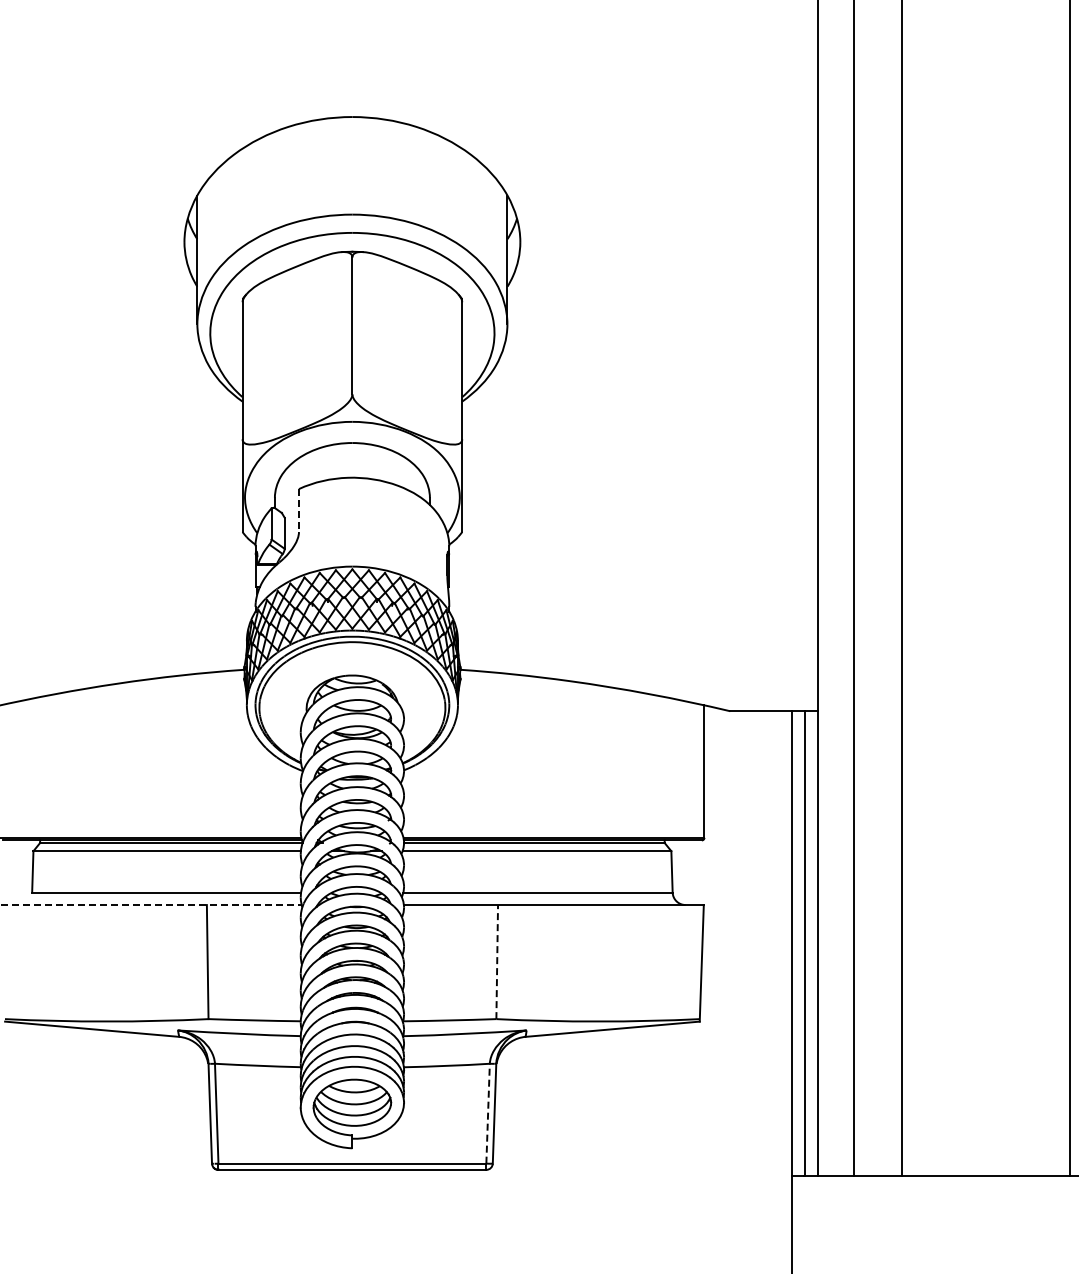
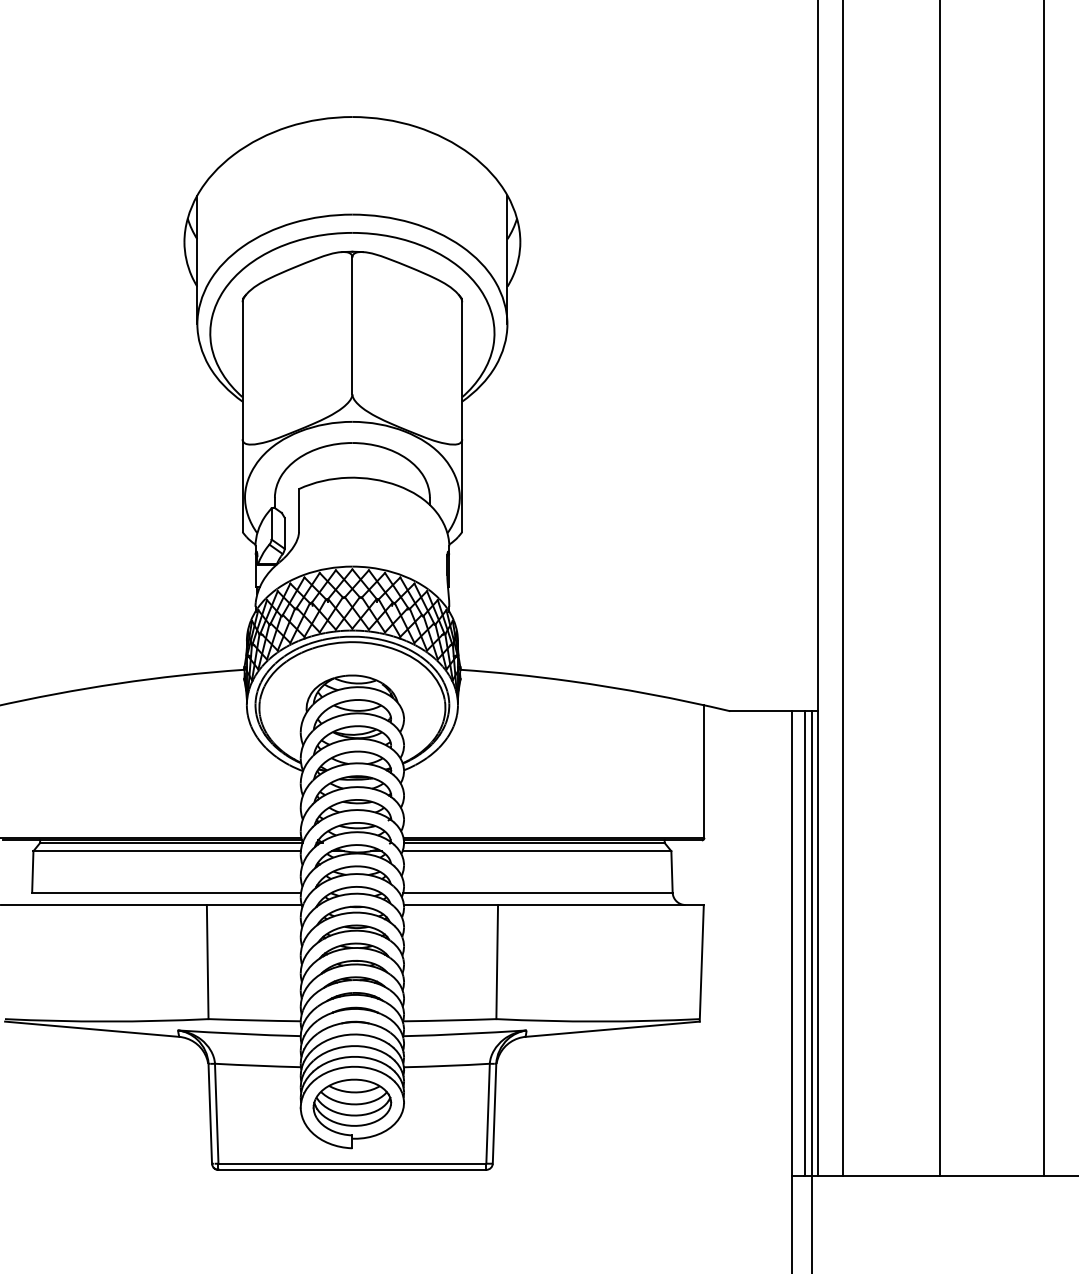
line at (298, 511): dashed -> solid
line at (854, 589) position: (854, 589) -> (843, 589)
line at (902, 589) position: (902, 589) -> (940, 589)
line at (1069, 589) position: (1069, 589) -> (1043, 589)
line at (151, 905): dashed -> solid
line at (497, 961): dashed -> solid
line at (812, 990): none -> present
line at (488, 1113): dashed -> solid
